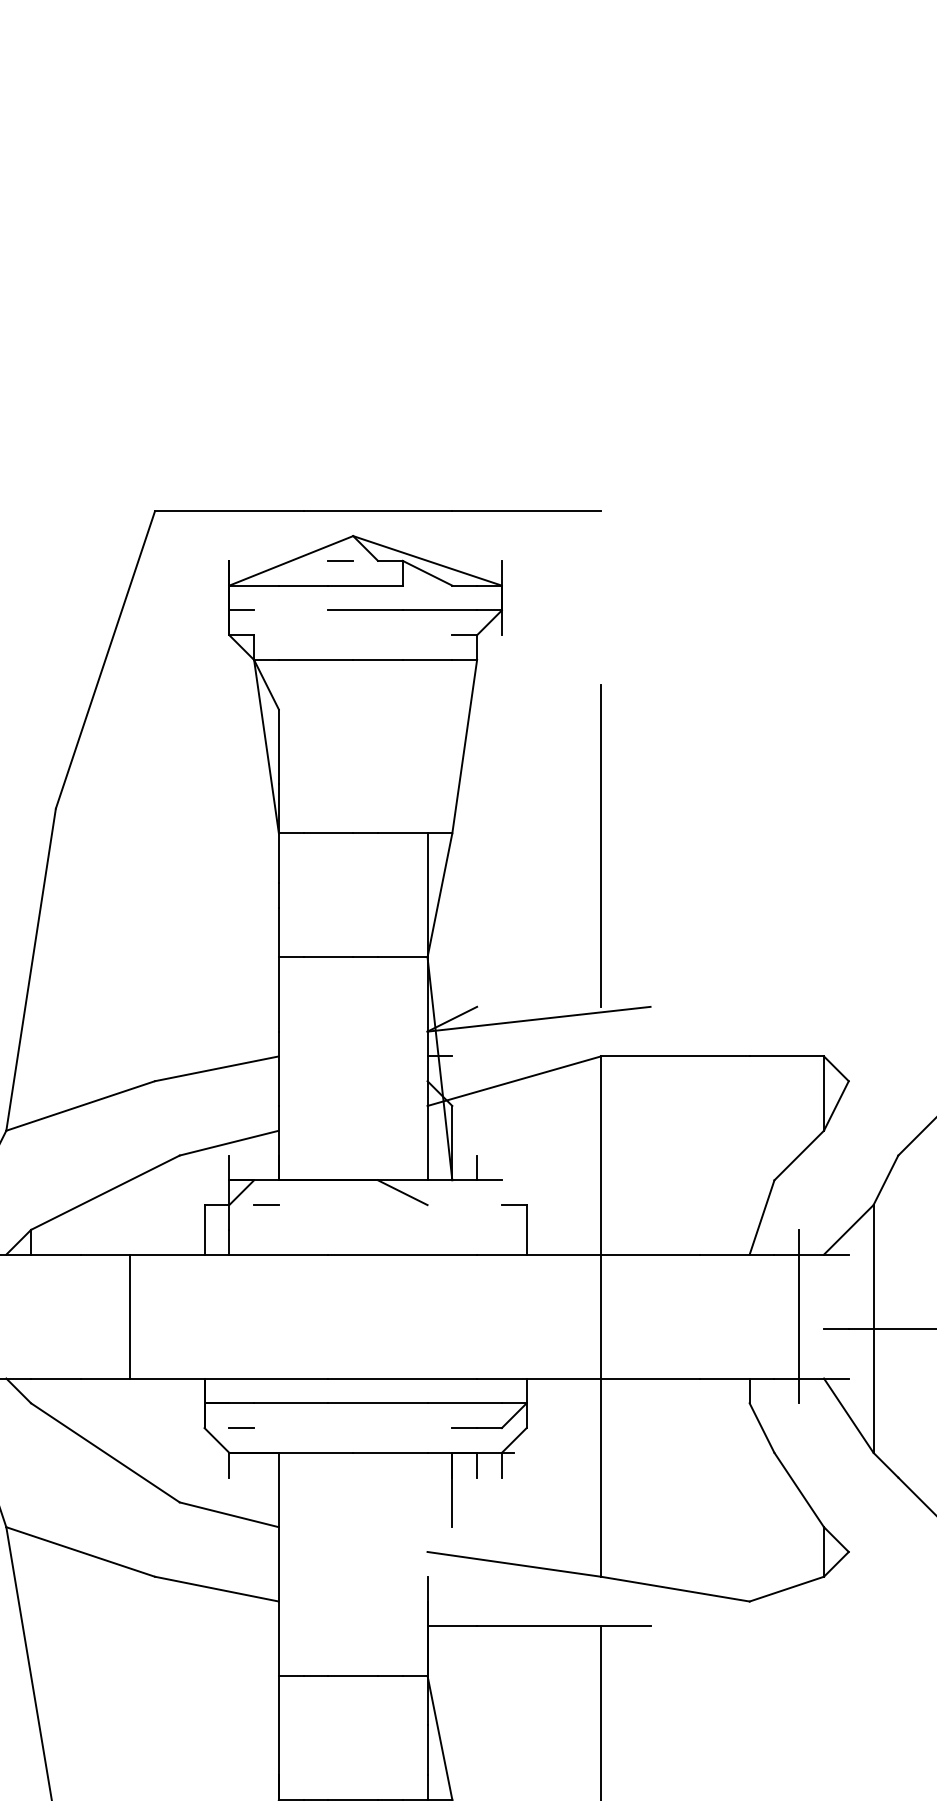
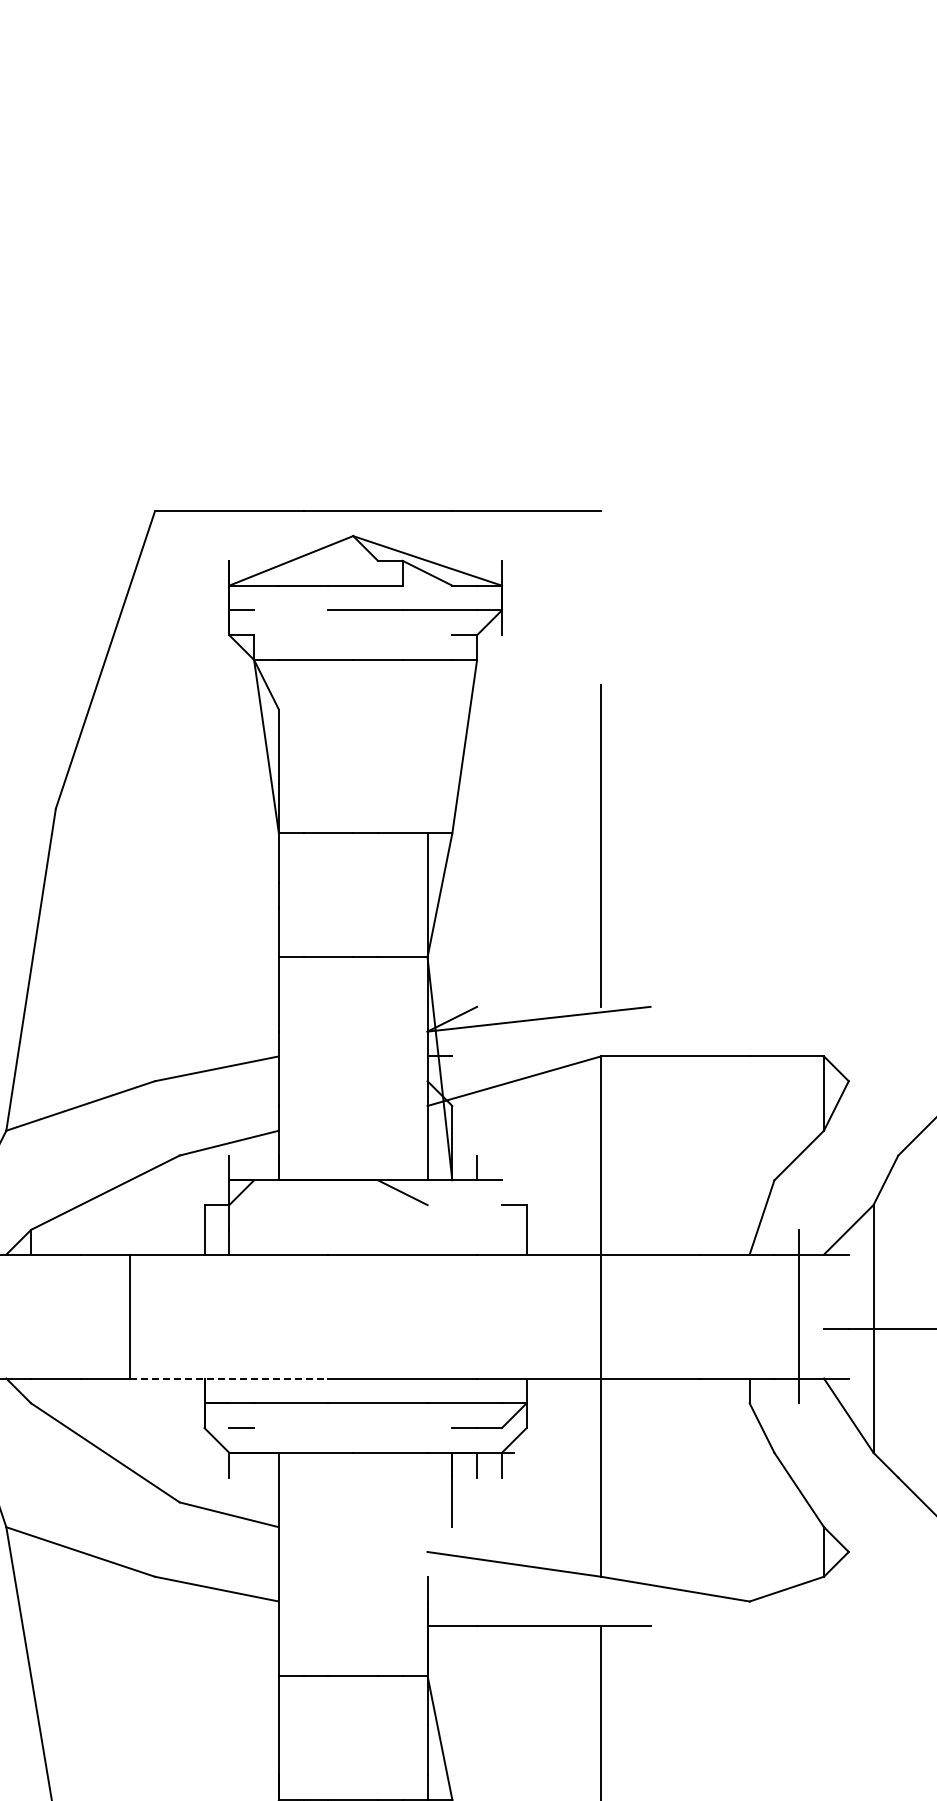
line at (340, 560): present -> none
line at (266, 1204): present -> none
line at (229, 1378): solid -> dashed
